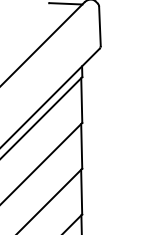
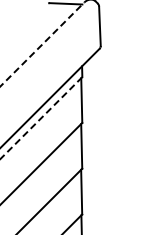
line at (42, 44): solid -> dashed
line at (41, 118): solid -> dashed
